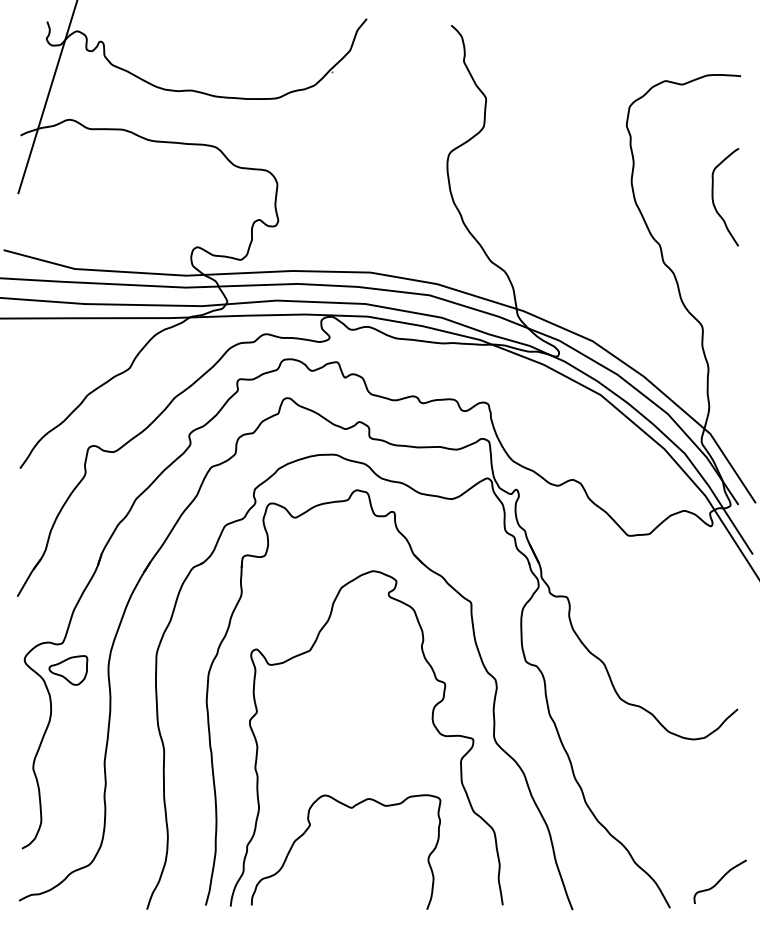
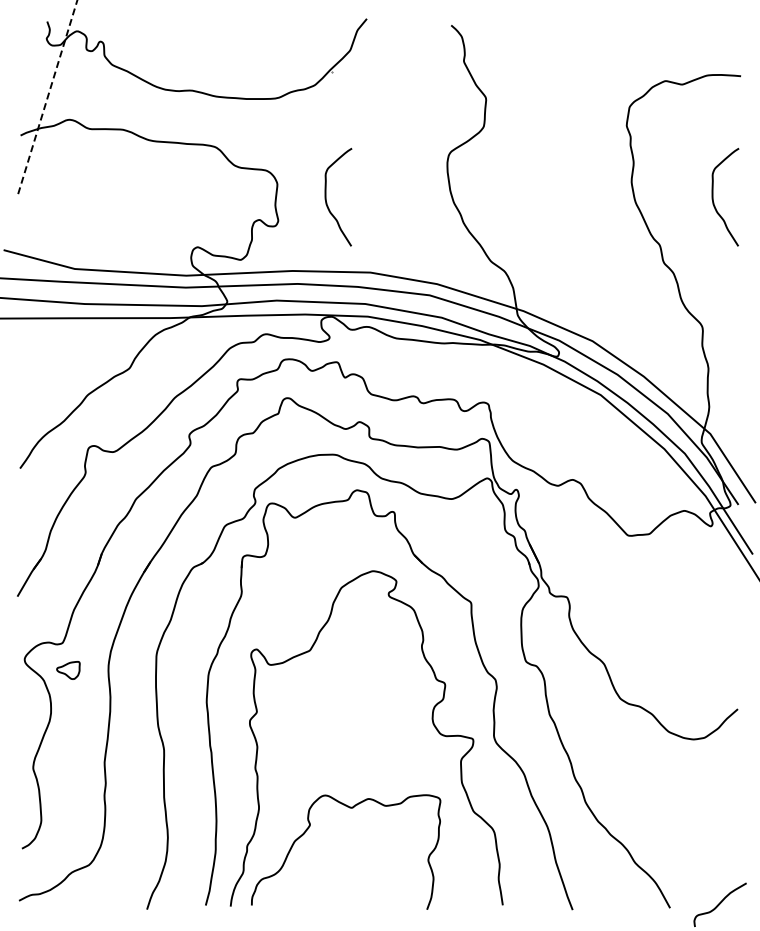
line at (47, 96): solid -> dashed
curve at (326, 197): none -> present
part at (68, 670) size: 41x31 px -> 25x19 px
curve at (719, 881) position: (719, 881) -> (719, 904)
